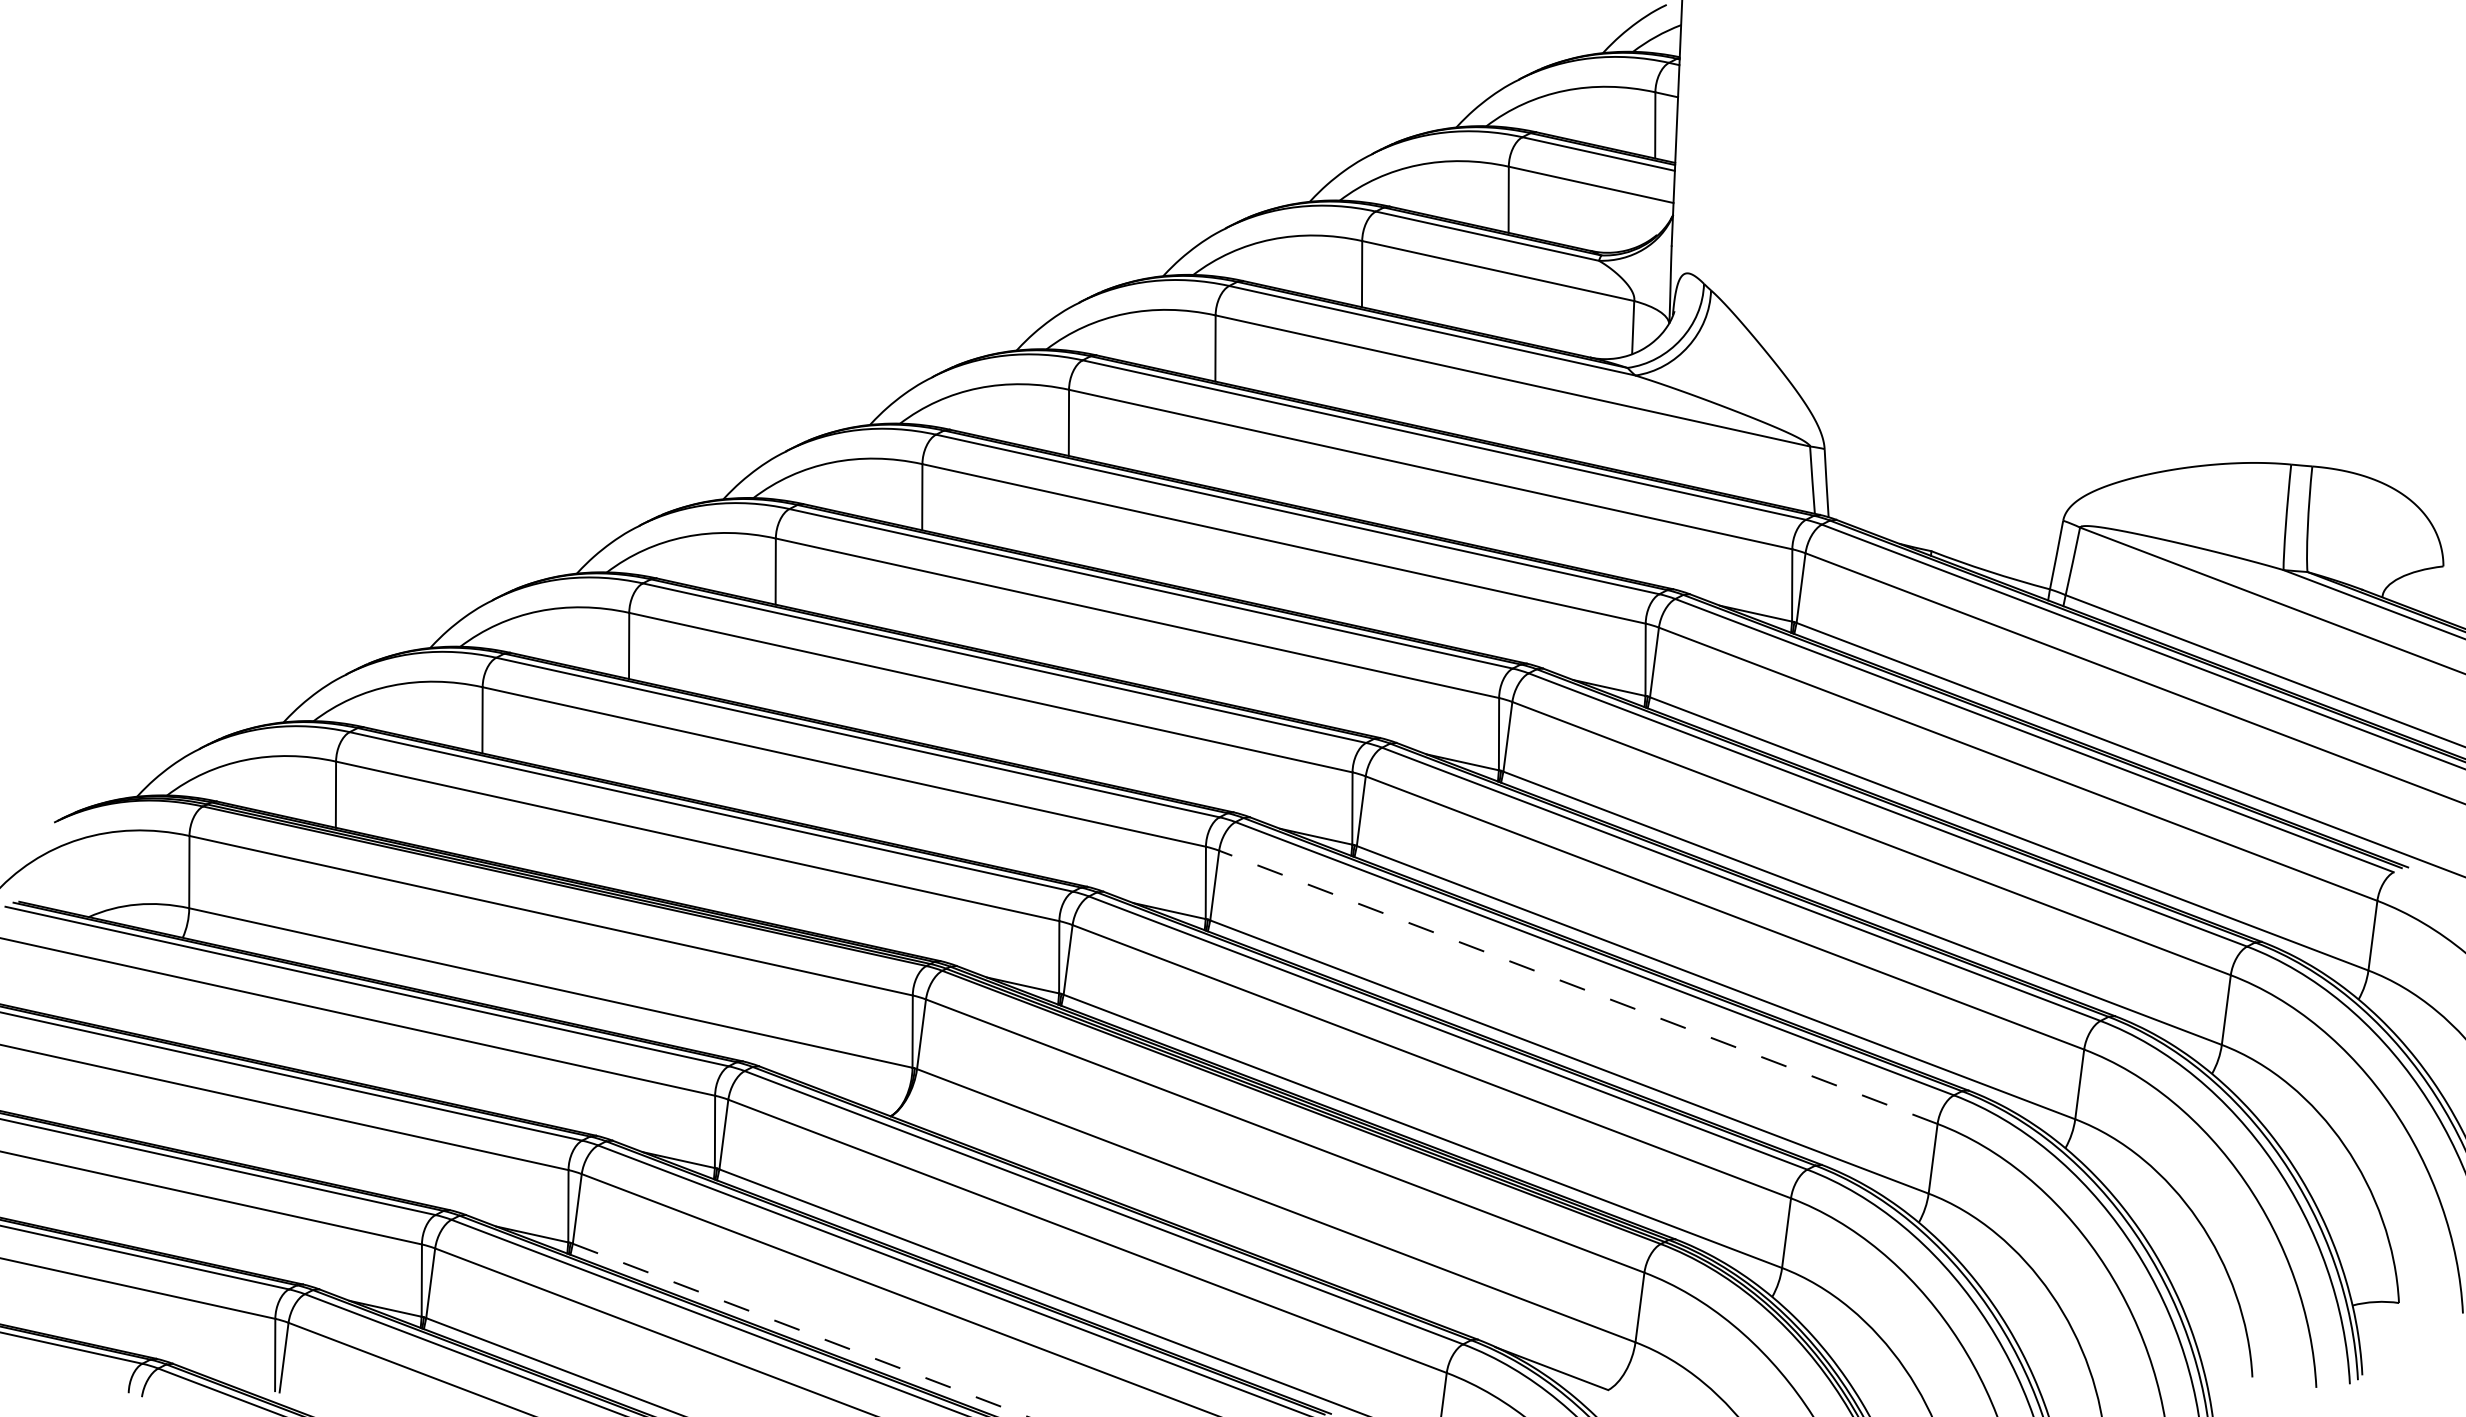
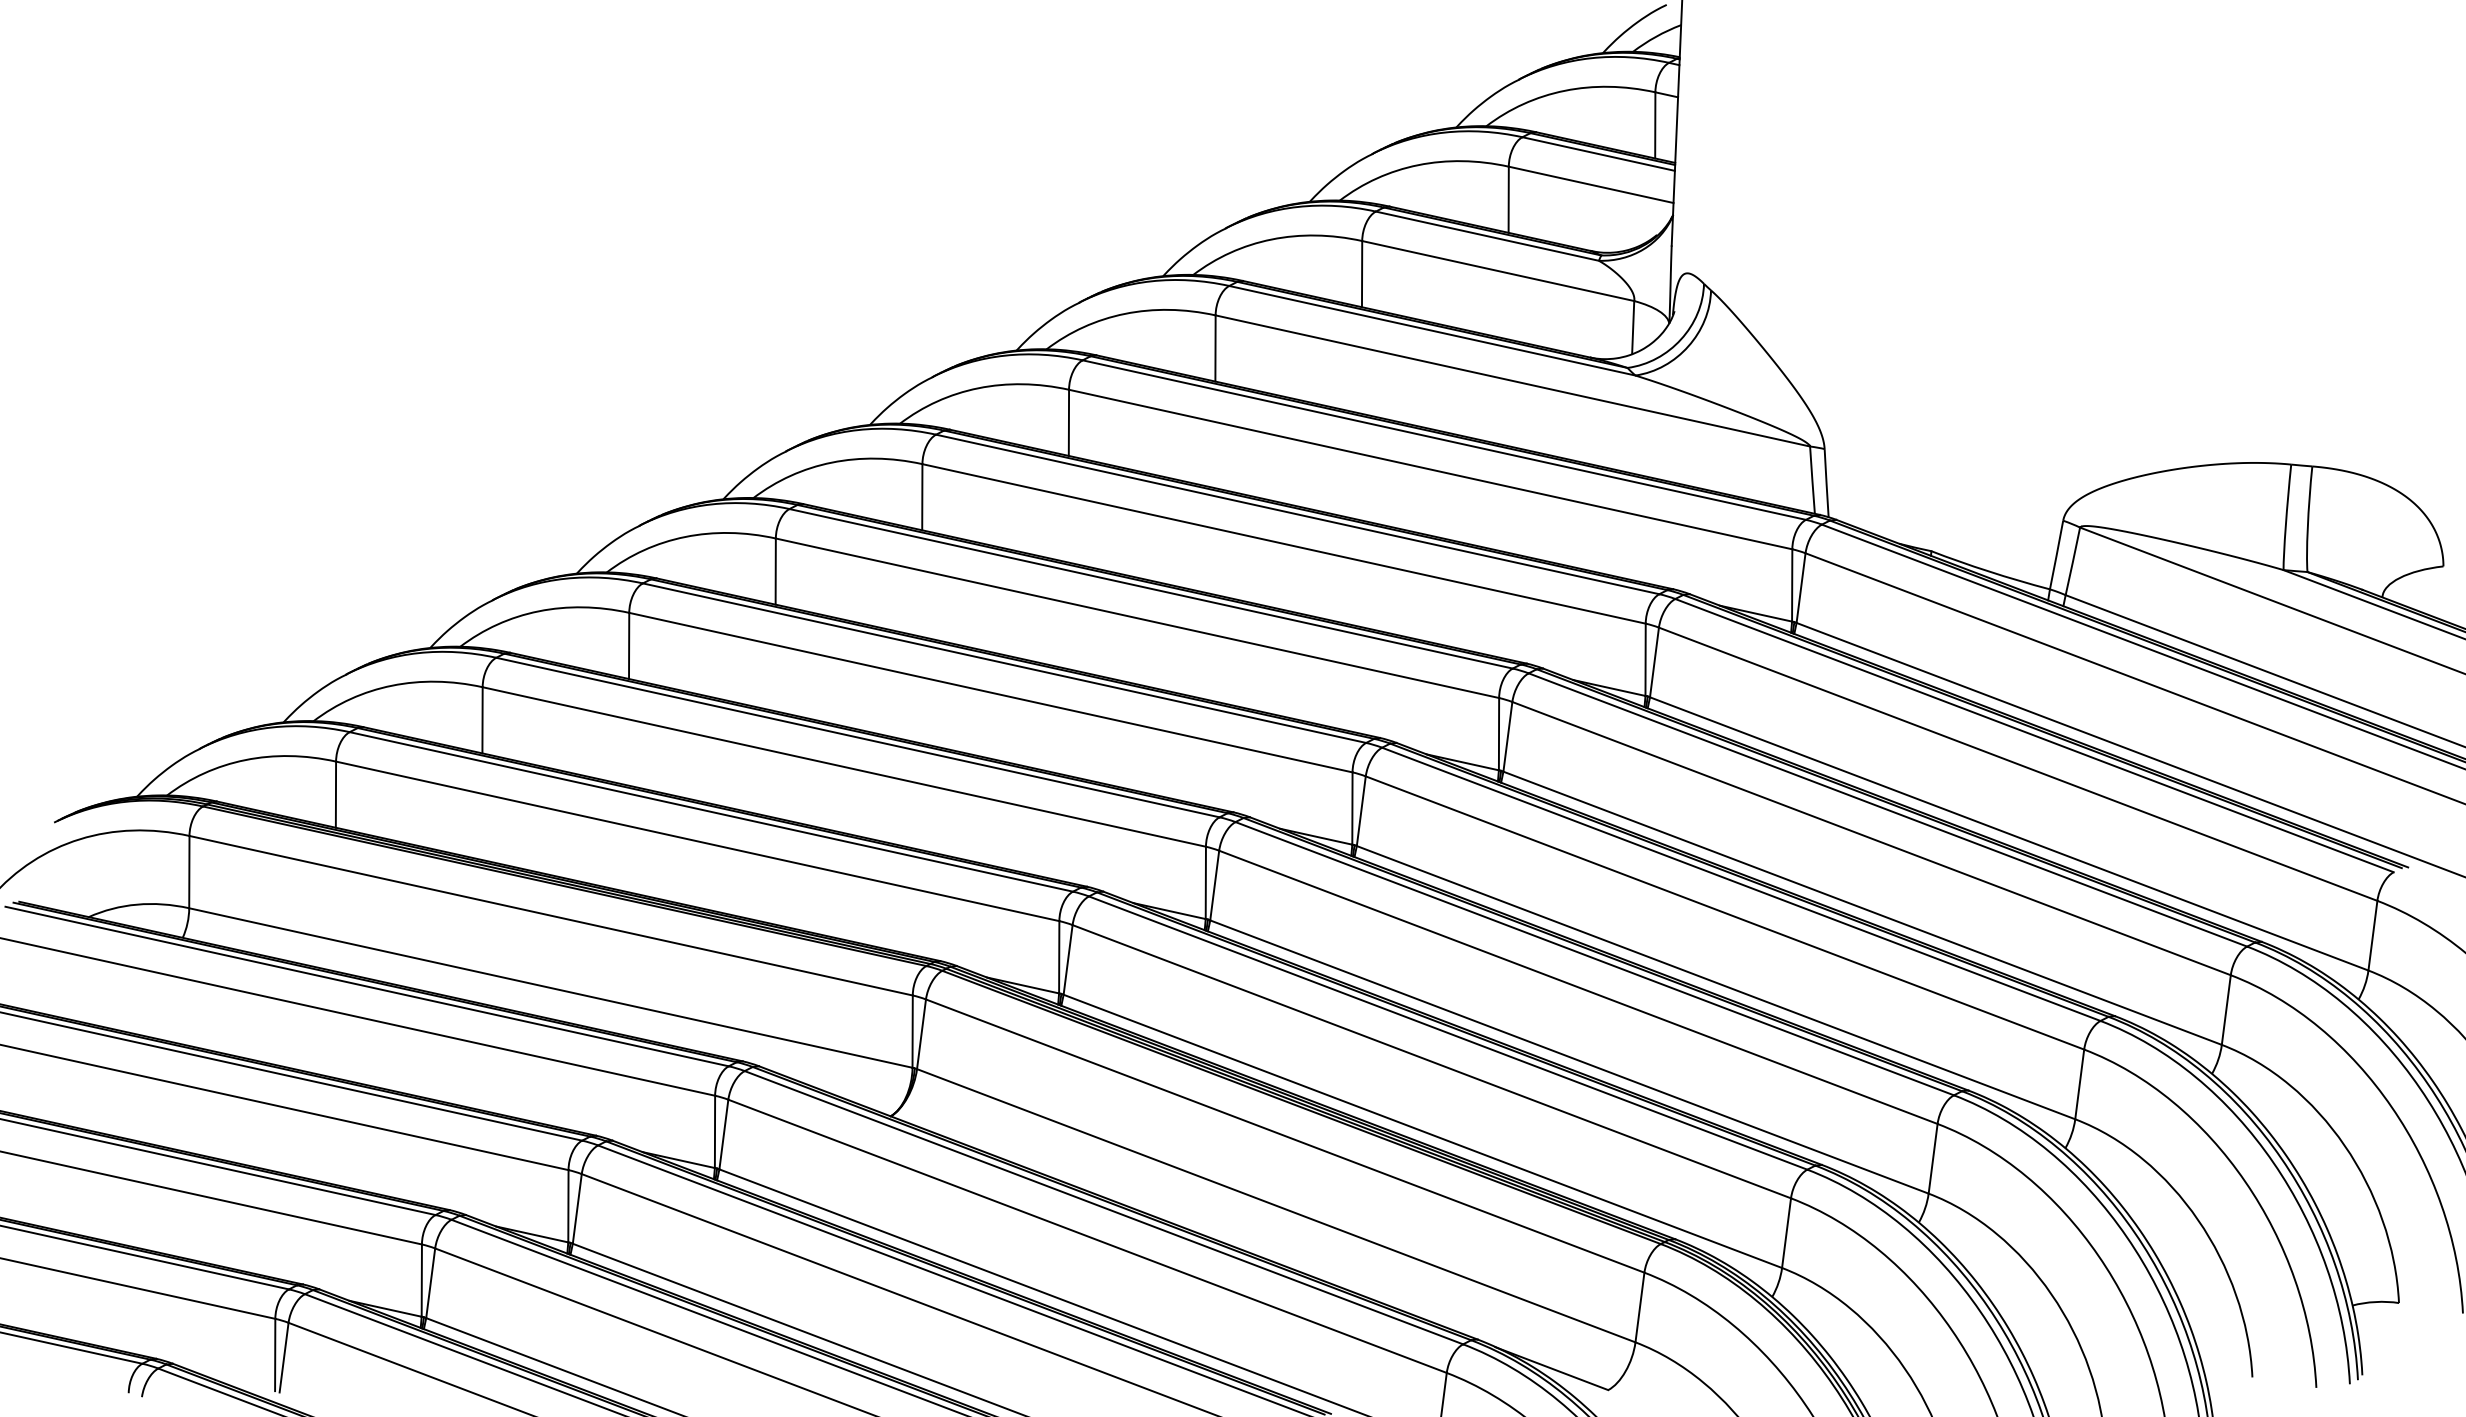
line at (1577, 987): dashed -> solid
line at (800, 1330): dashed -> solid
